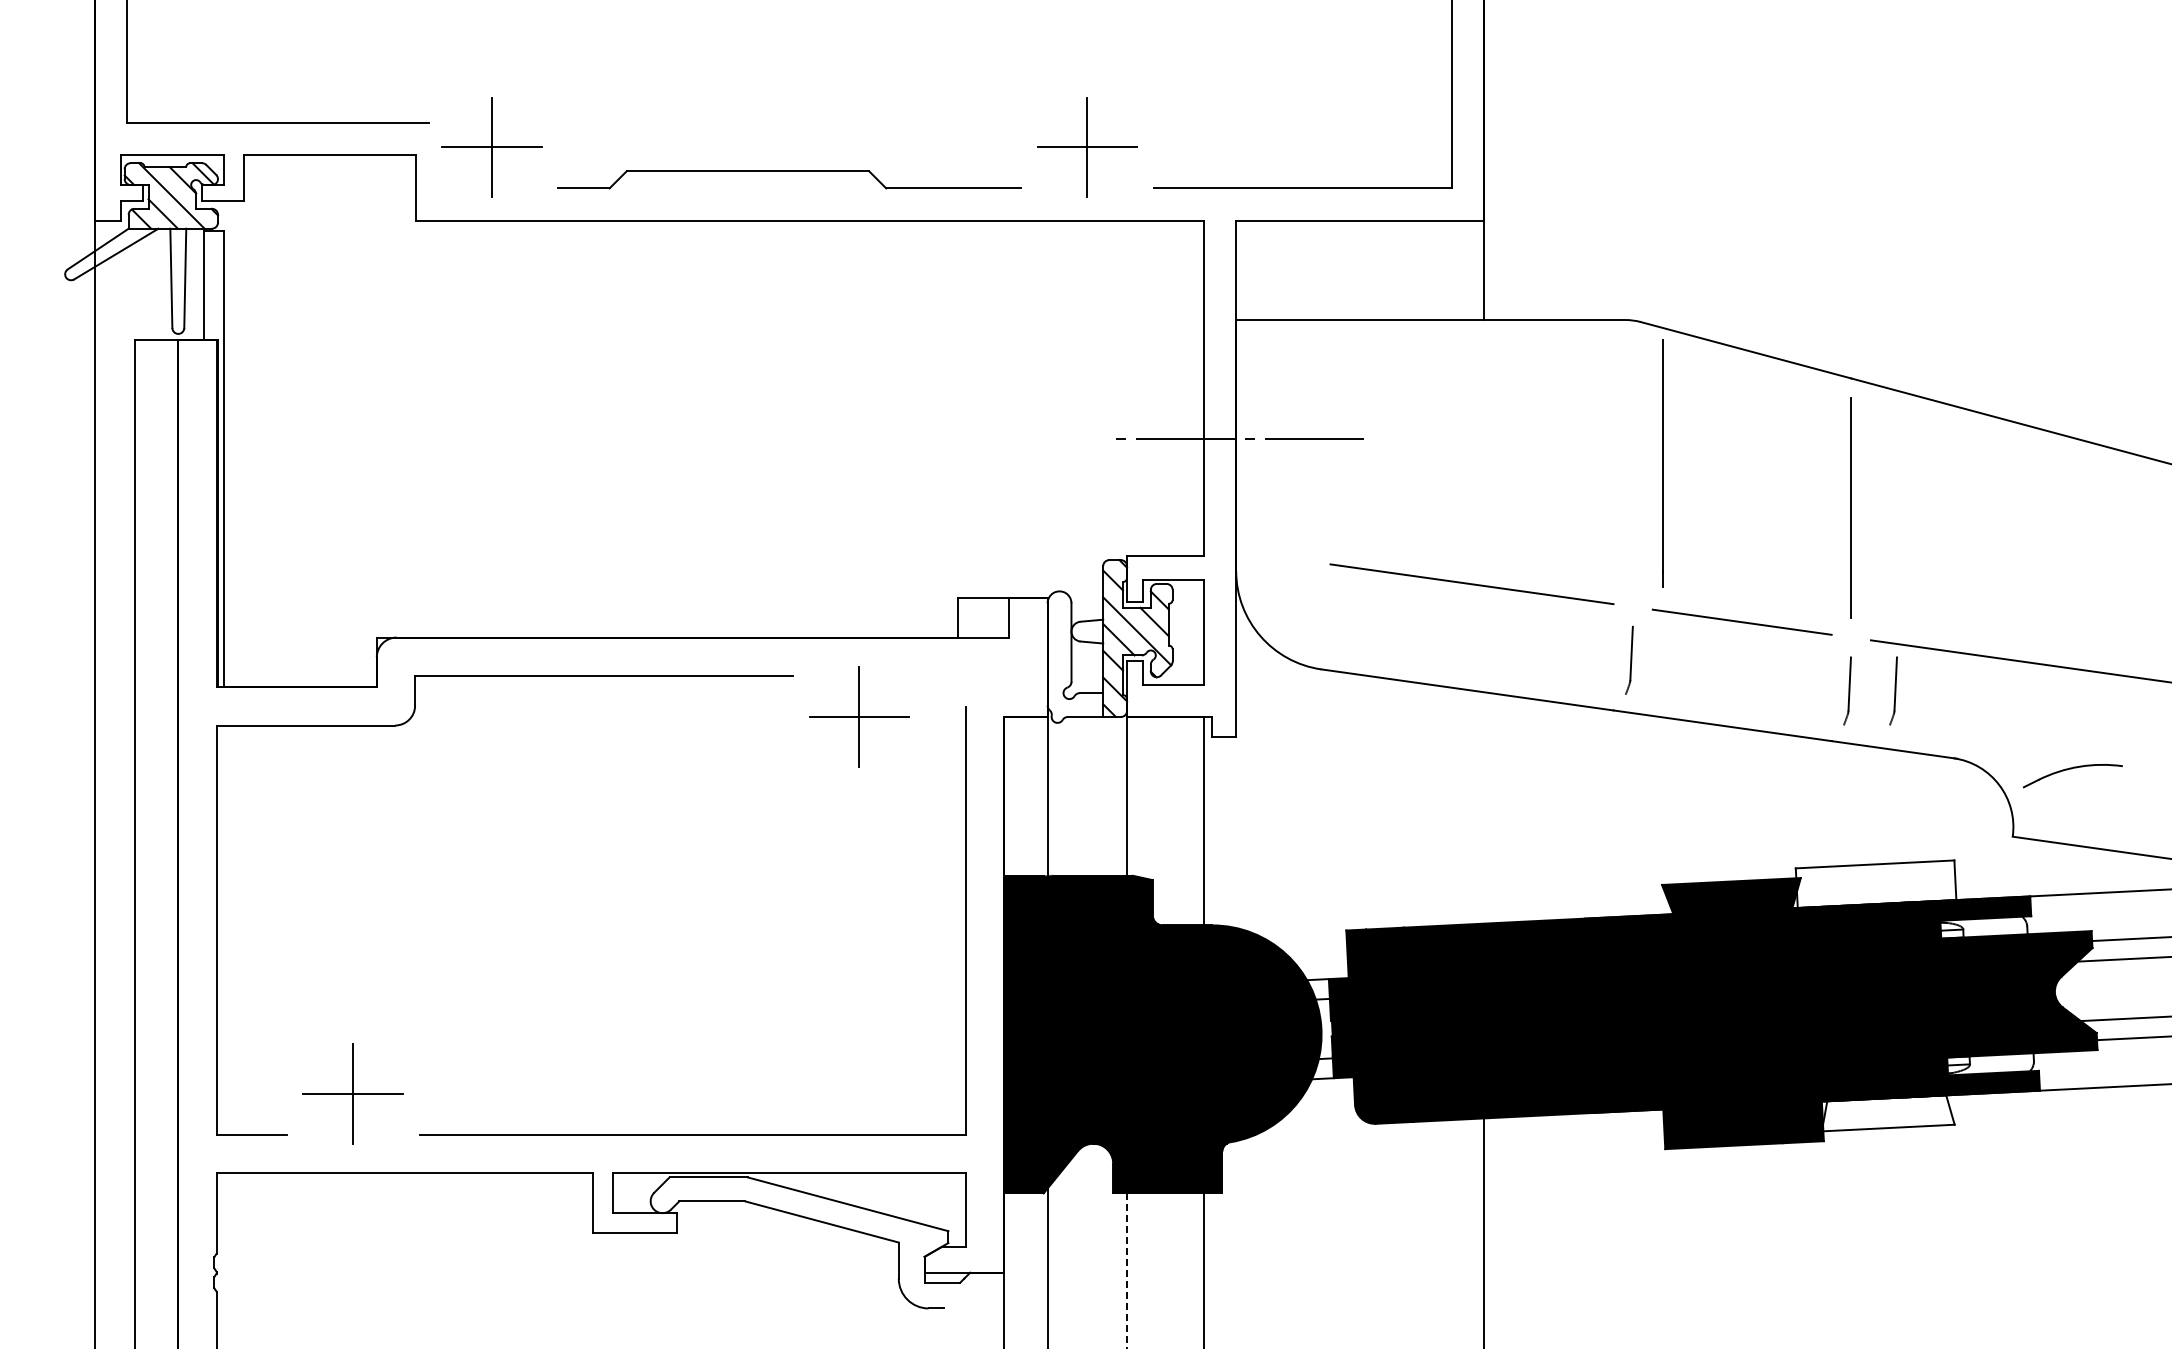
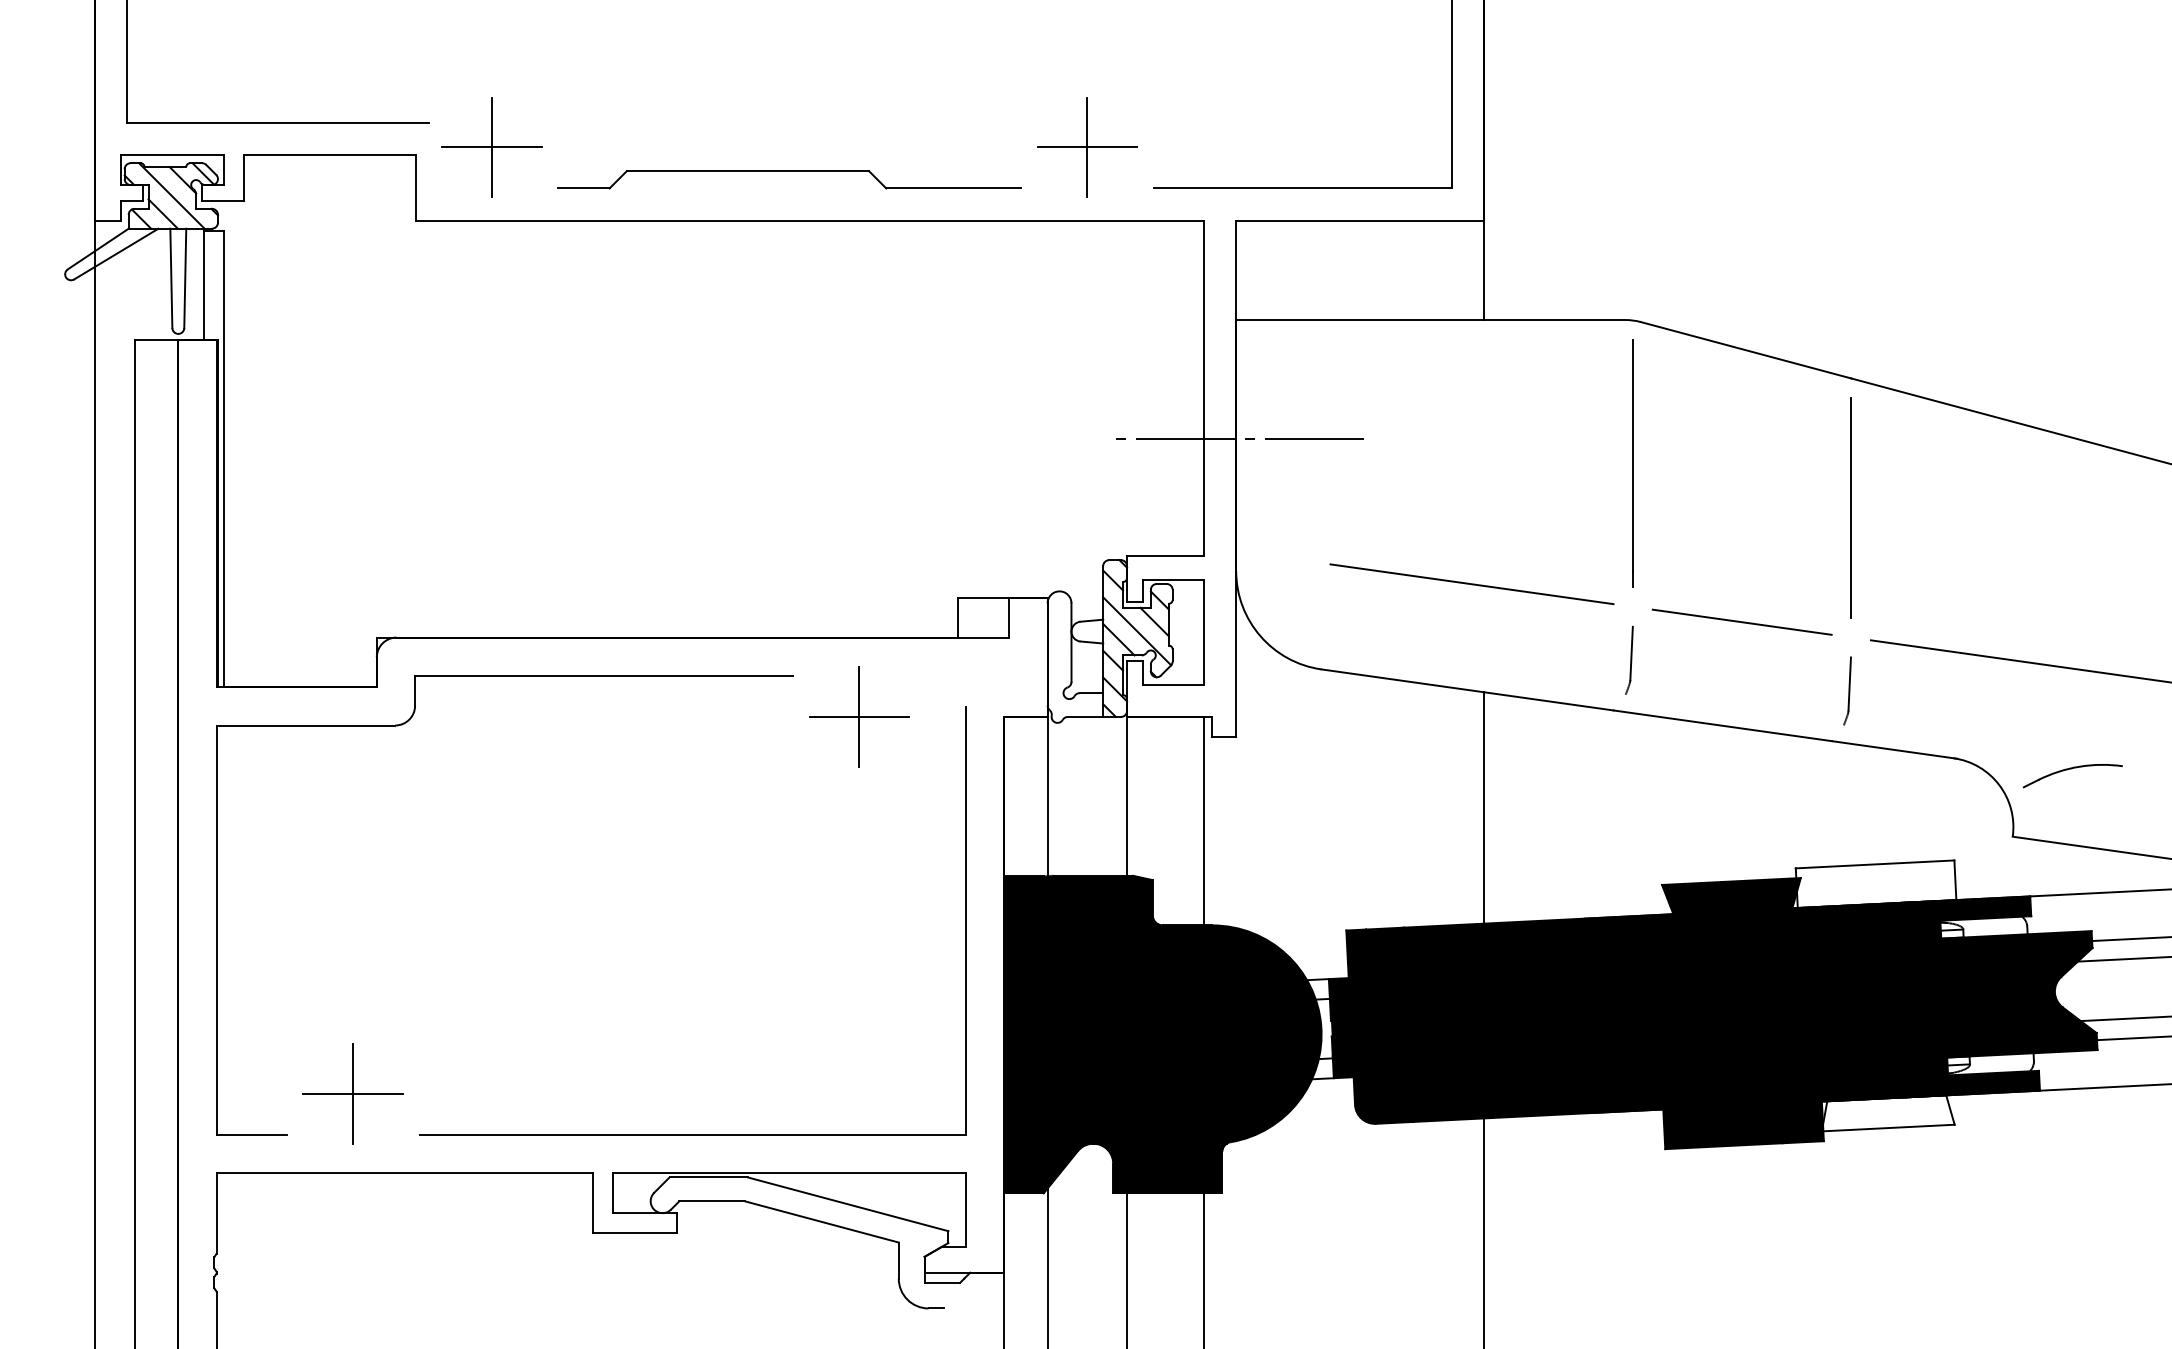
line at (1662, 463) position: (1662, 463) -> (1632, 463)
part at (1893, 690): present -> none
line at (1484, 807): none -> present
line at (1127, 1271): dashed -> solid
